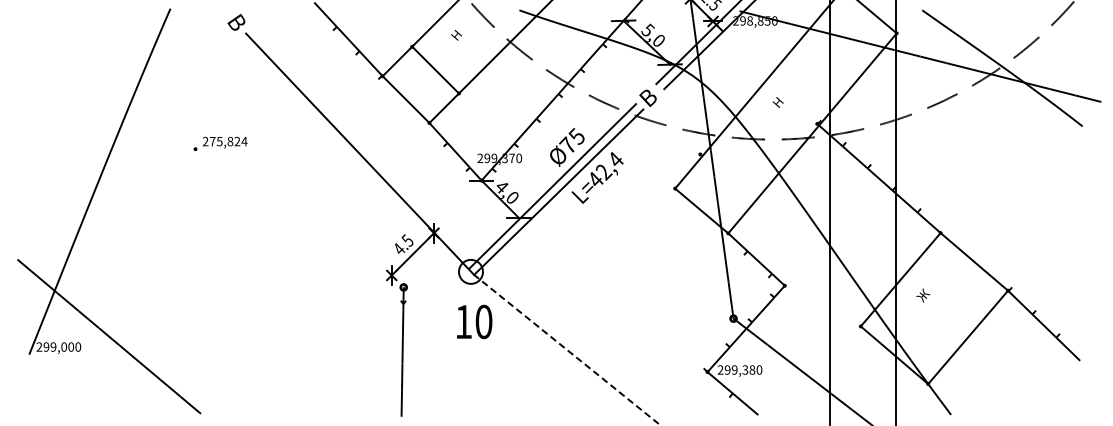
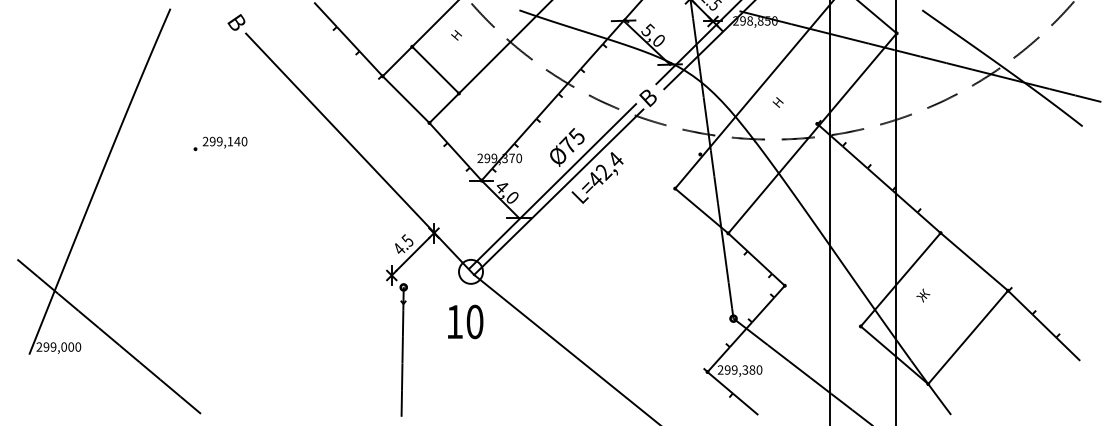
text at (228, 141): 275,824 -> 299,140
text at (474, 321) position: (474, 321) -> (465, 321)
line at (567, 350): dashed -> solid
